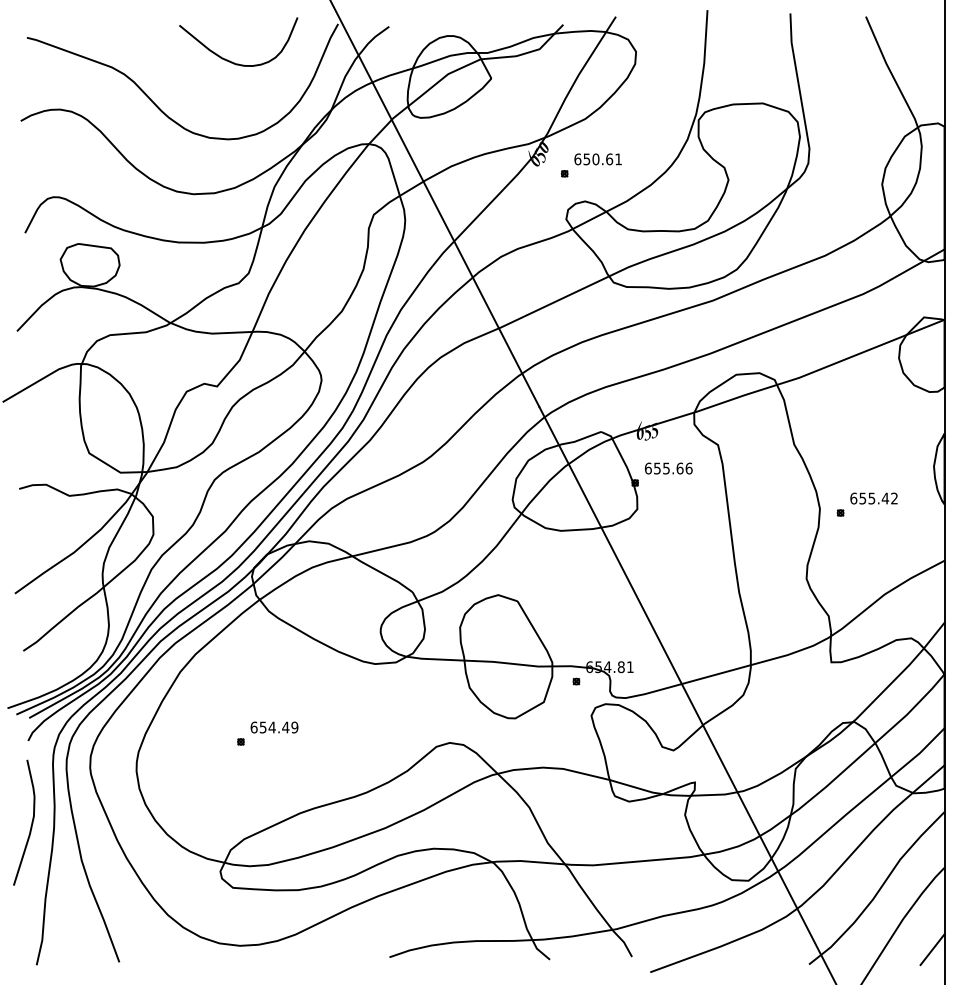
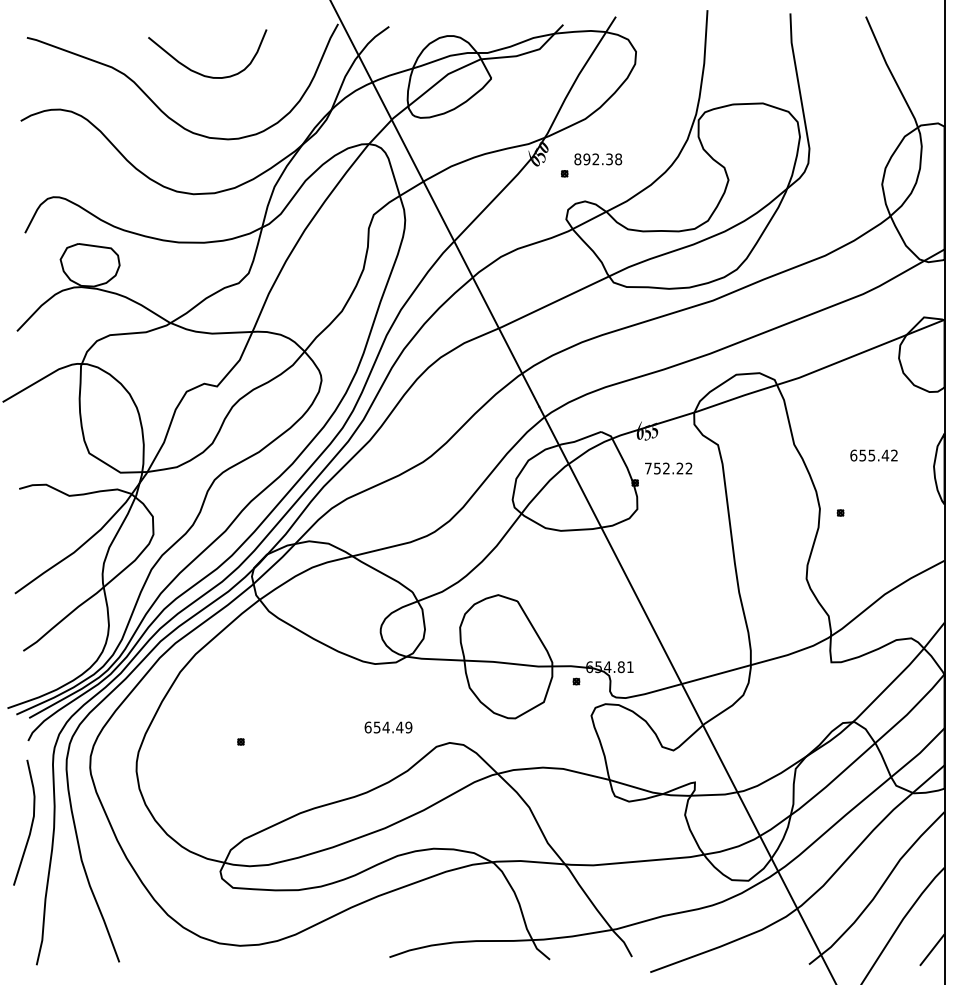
curve at (230, 60) position: (230, 60) -> (199, 72)
text at (598, 159): 650.61 -> 892.38
text at (668, 468): 655.66 -> 752.22
text at (873, 498) position: (873, 498) -> (873, 455)
text at (274, 727) position: (274, 727) -> (388, 727)
